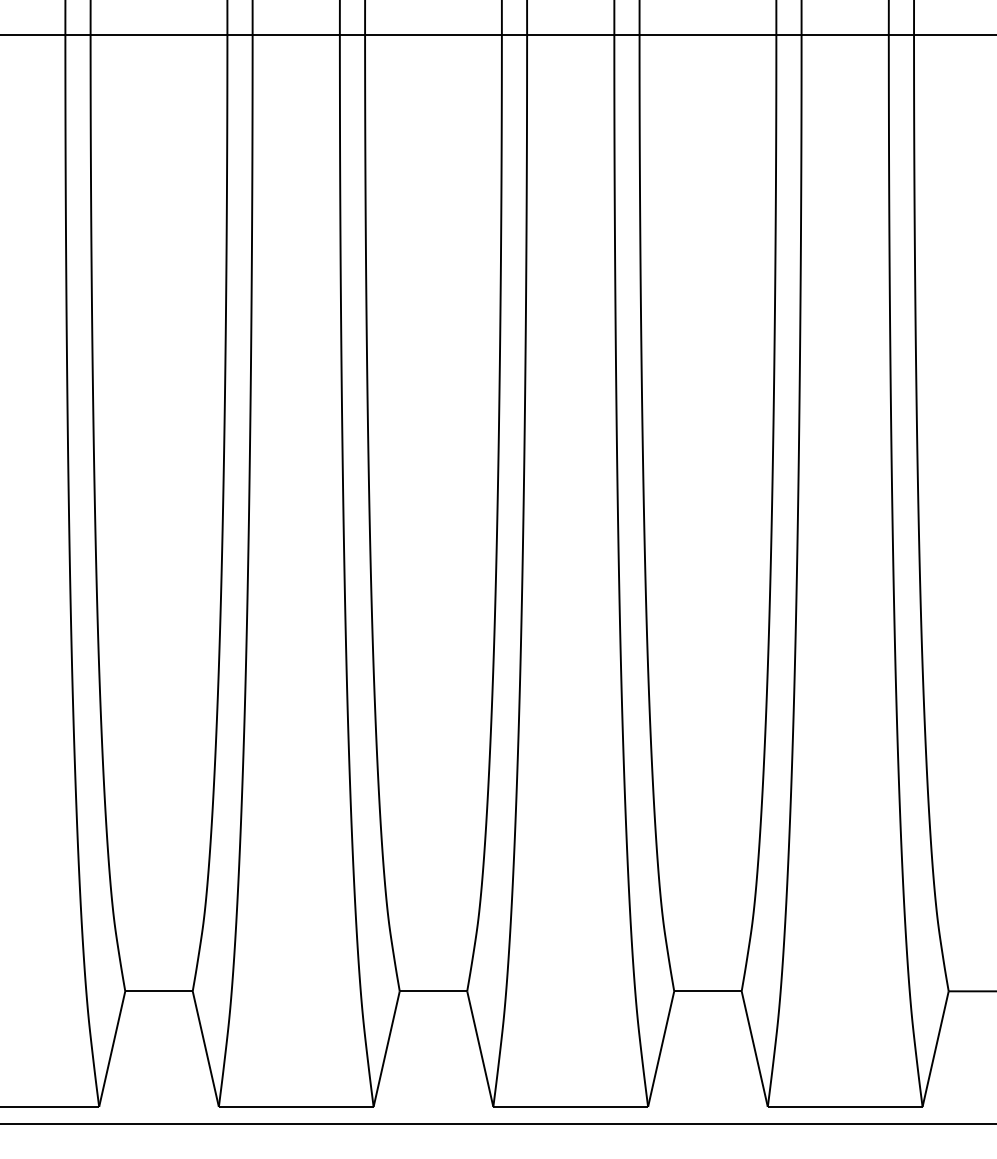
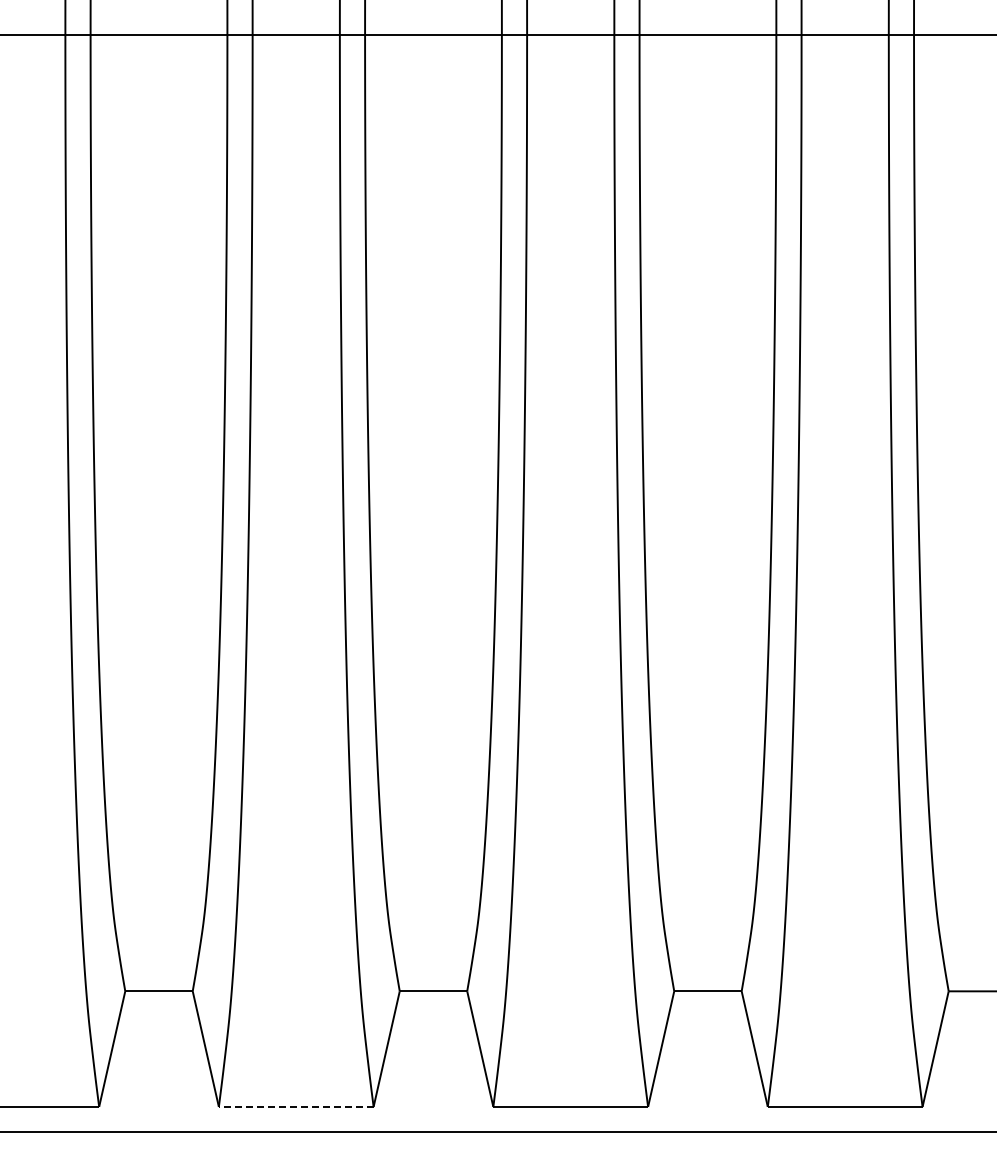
line at (296, 1106): solid -> dashed
line at (497, 1124) position: (497, 1124) -> (497, 1132)
